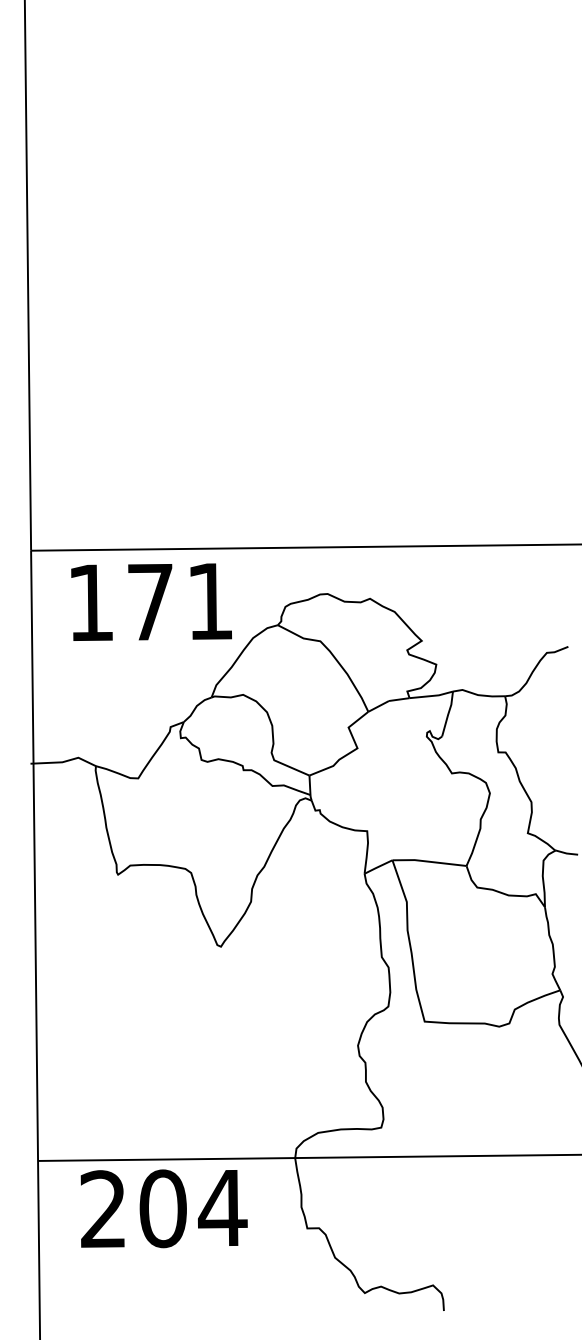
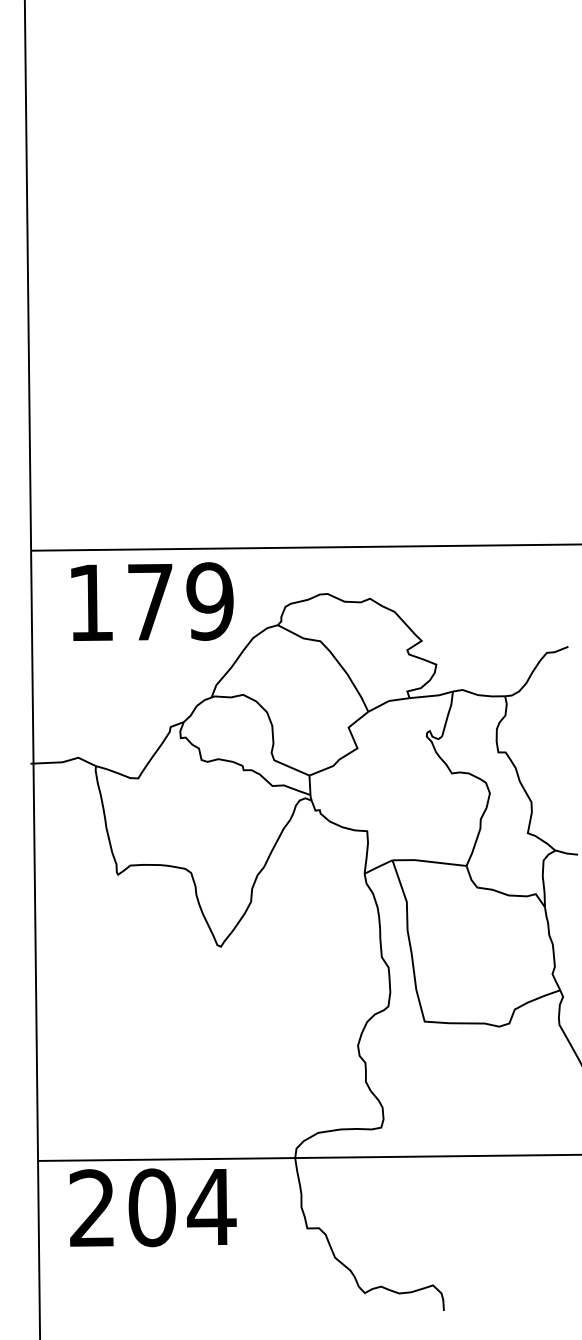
text at (209, 601): 171 -> 179
text at (163, 1208) position: (163, 1208) -> (152, 1207)
